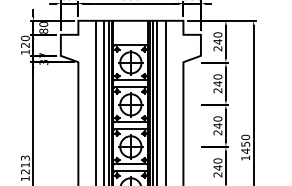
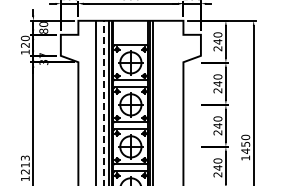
line at (157, 101): present -> none
line at (165, 101): present -> none
line at (104, 102): solid -> dashed
